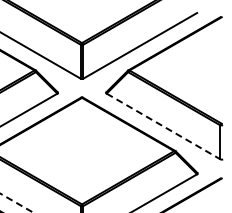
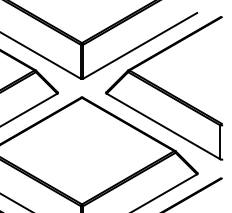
line at (163, 126): dashed -> solid
line at (16, 203): dashed -> solid
